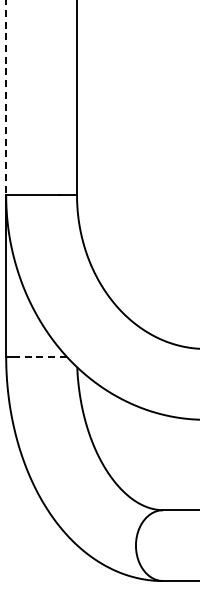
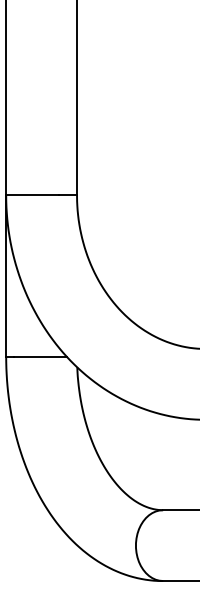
line at (6, 98): dashed -> solid
line at (40, 356): dashed -> solid
